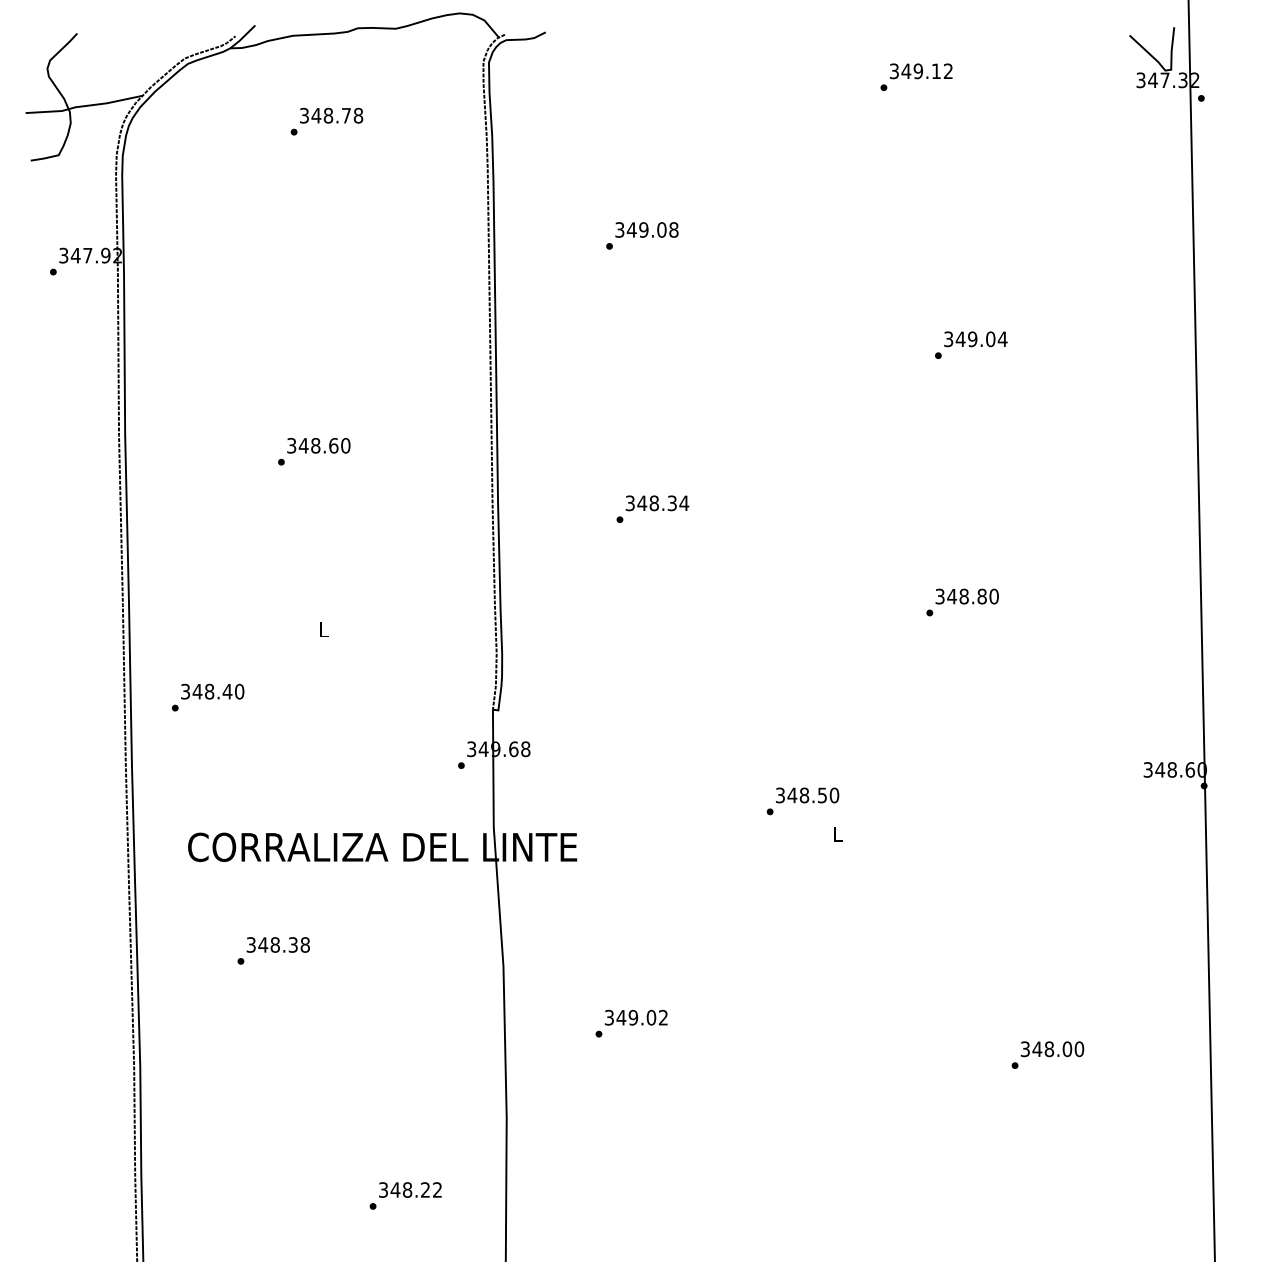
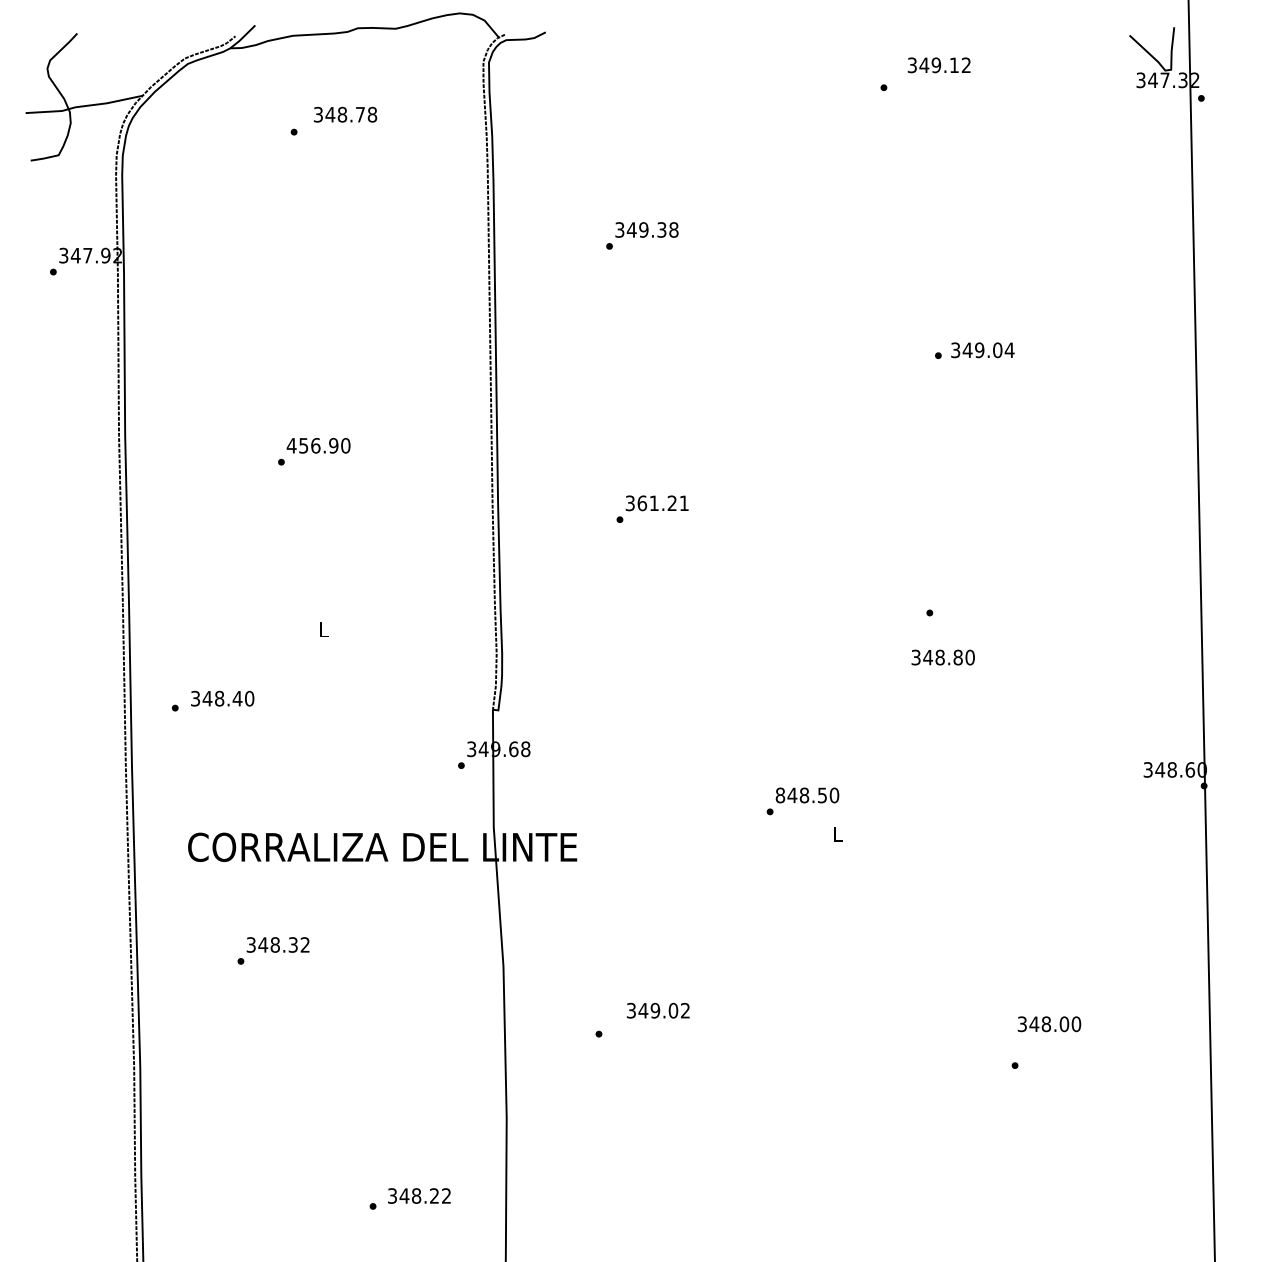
text at (920, 71) position: (920, 71) -> (938, 65)
text at (331, 115) position: (331, 115) -> (345, 114)
text at (661, 229): 349.08 -> 349.38
text at (975, 339) position: (975, 339) -> (982, 350)
text at (312, 445): 348.60 -> 456.90
text at (663, 503): 348.34 -> 361.21
text at (966, 596) position: (966, 596) -> (942, 657)
text at (212, 691) position: (212, 691) -> (222, 698)
text at (780, 795): 348.50 -> 848.50
text at (304, 944): 348.38 -> 348.32
text at (636, 1017) position: (636, 1017) -> (658, 1010)
text at (1052, 1049) position: (1052, 1049) -> (1049, 1024)
text at (410, 1189) position: (410, 1189) -> (419, 1195)
